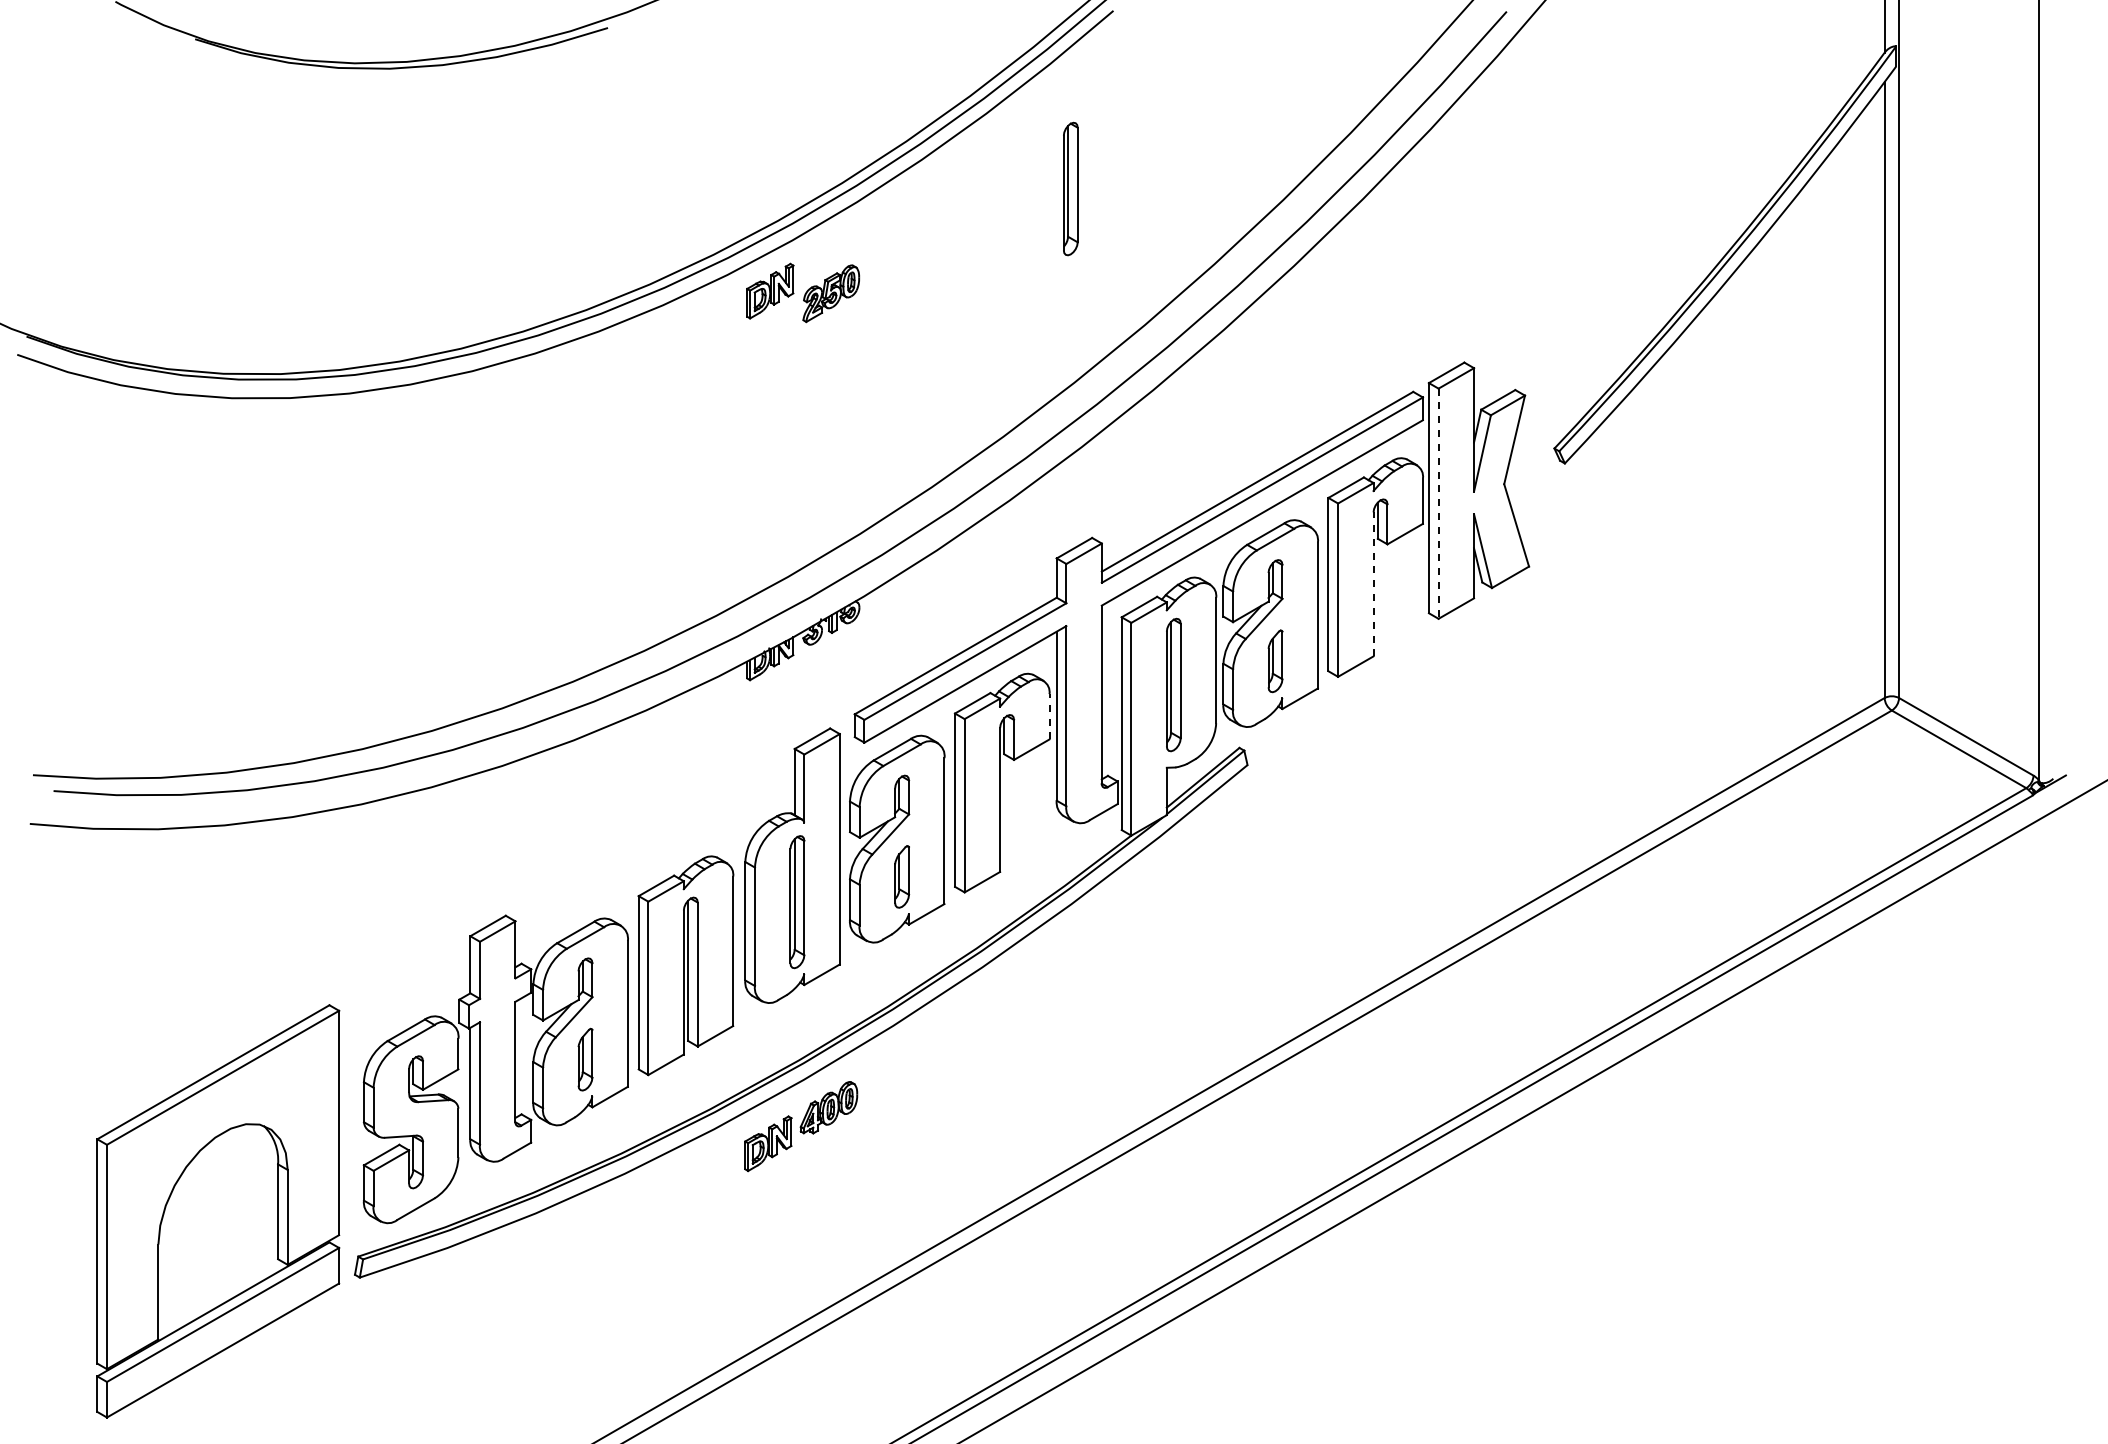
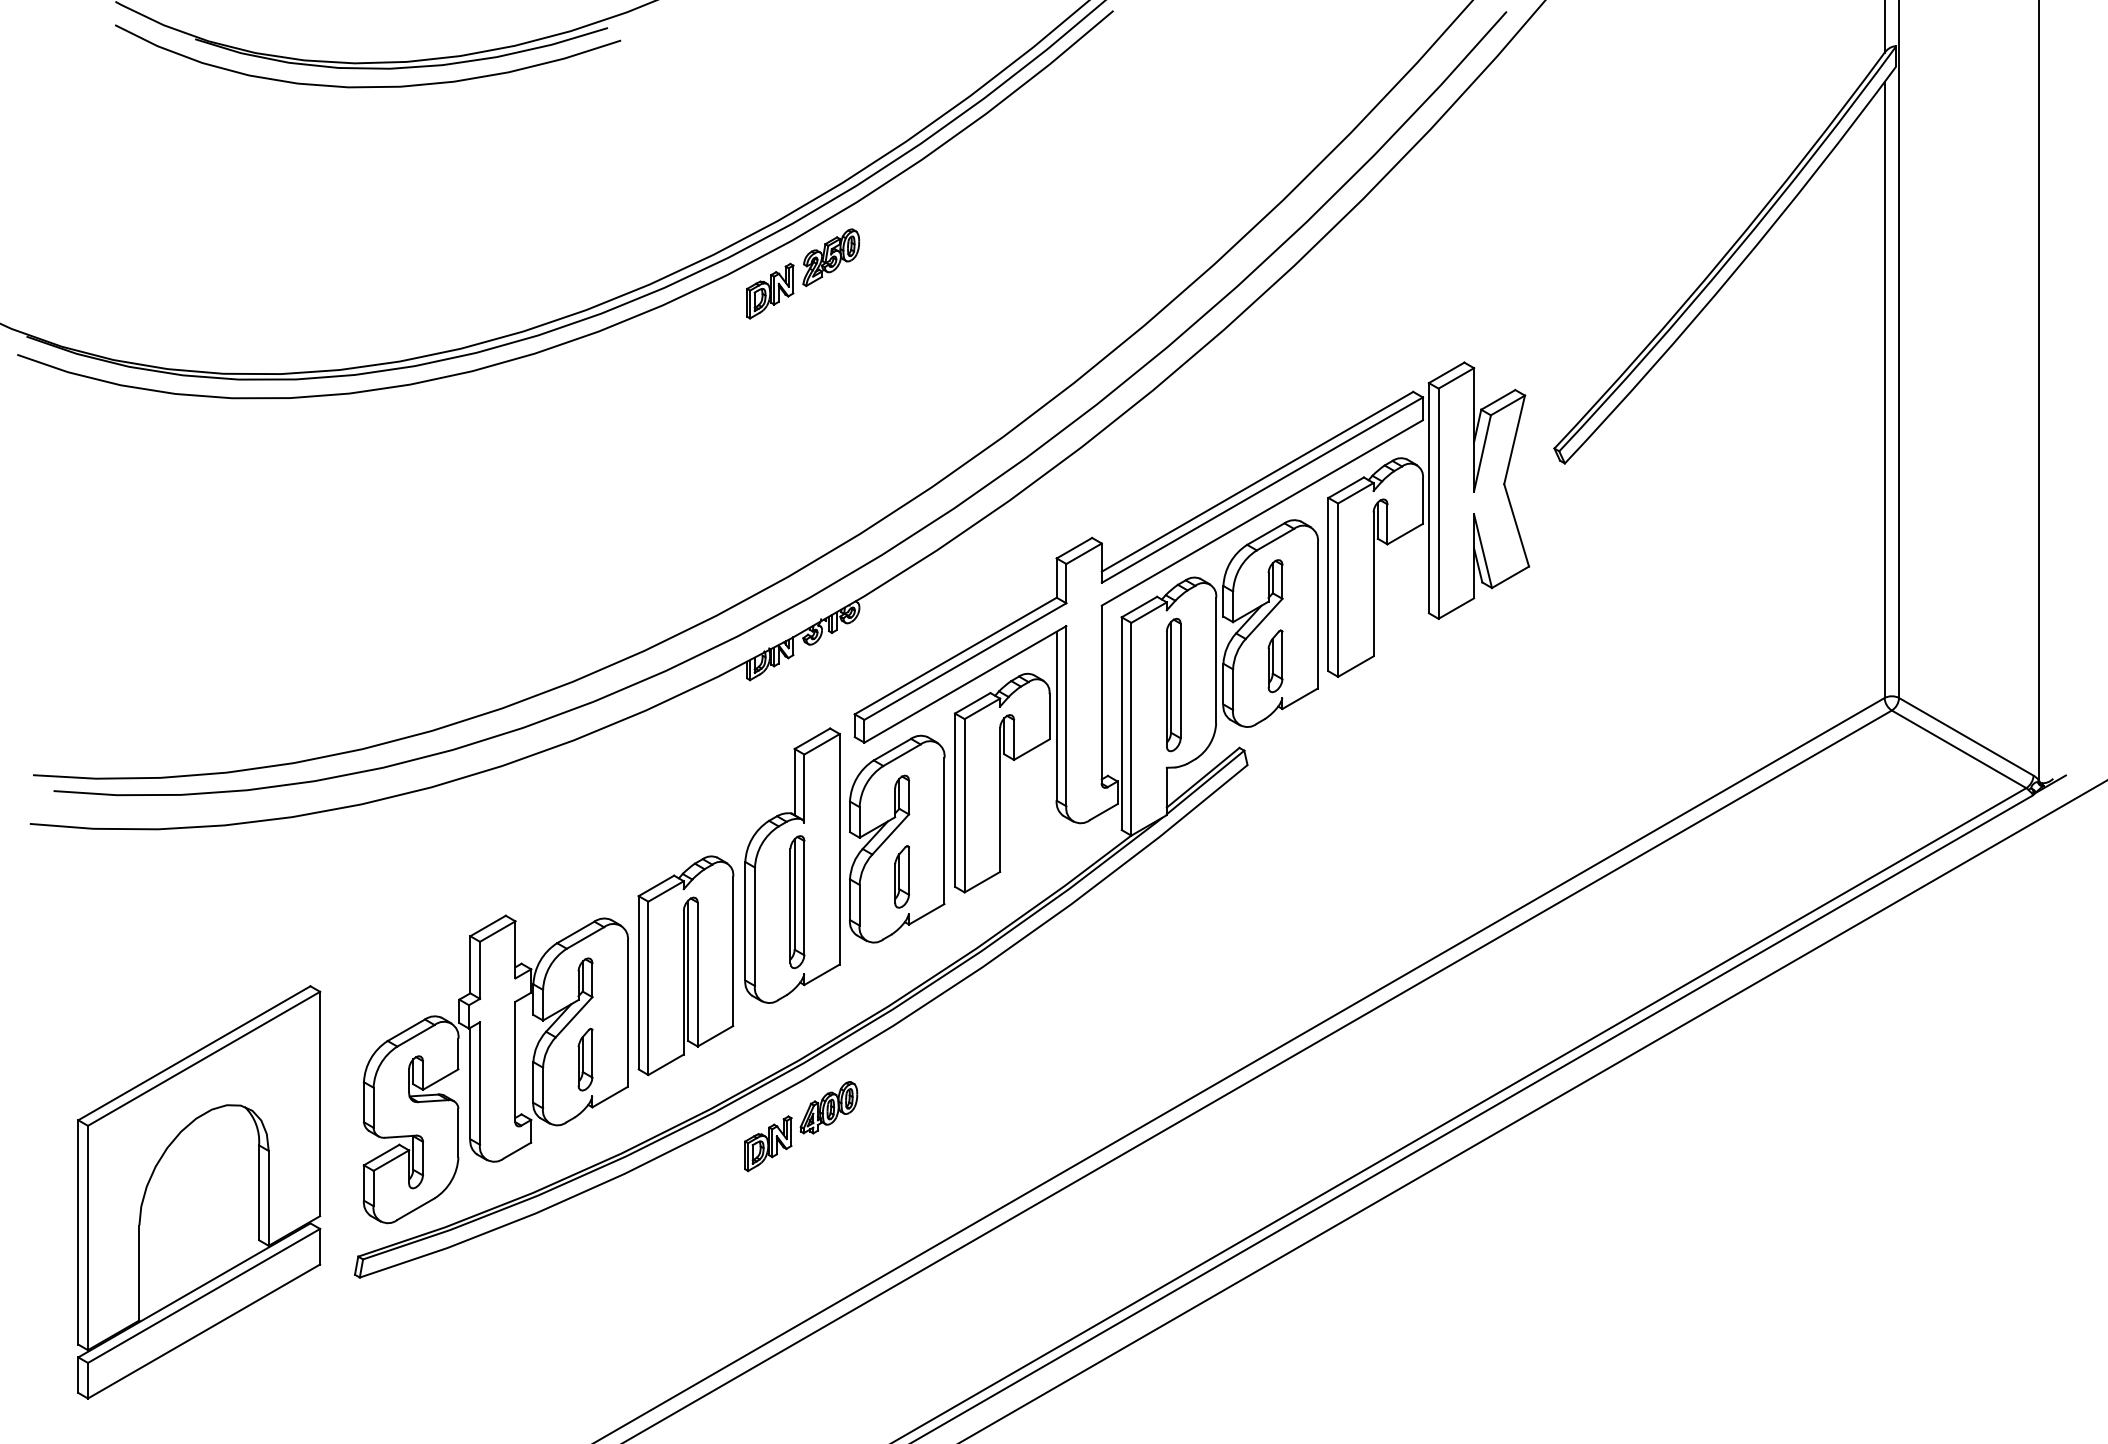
curve at (368, 86): none -> present
part at (1070, 188): present -> none
part at (831, 293) position: (831, 293) -> (831, 257)
line at (1438, 504): dashed -> solid
line at (1373, 584): dashed -> solid
line at (1049, 716): dashed -> solid
part at (218, 1211) position: (218, 1211) -> (199, 1192)
